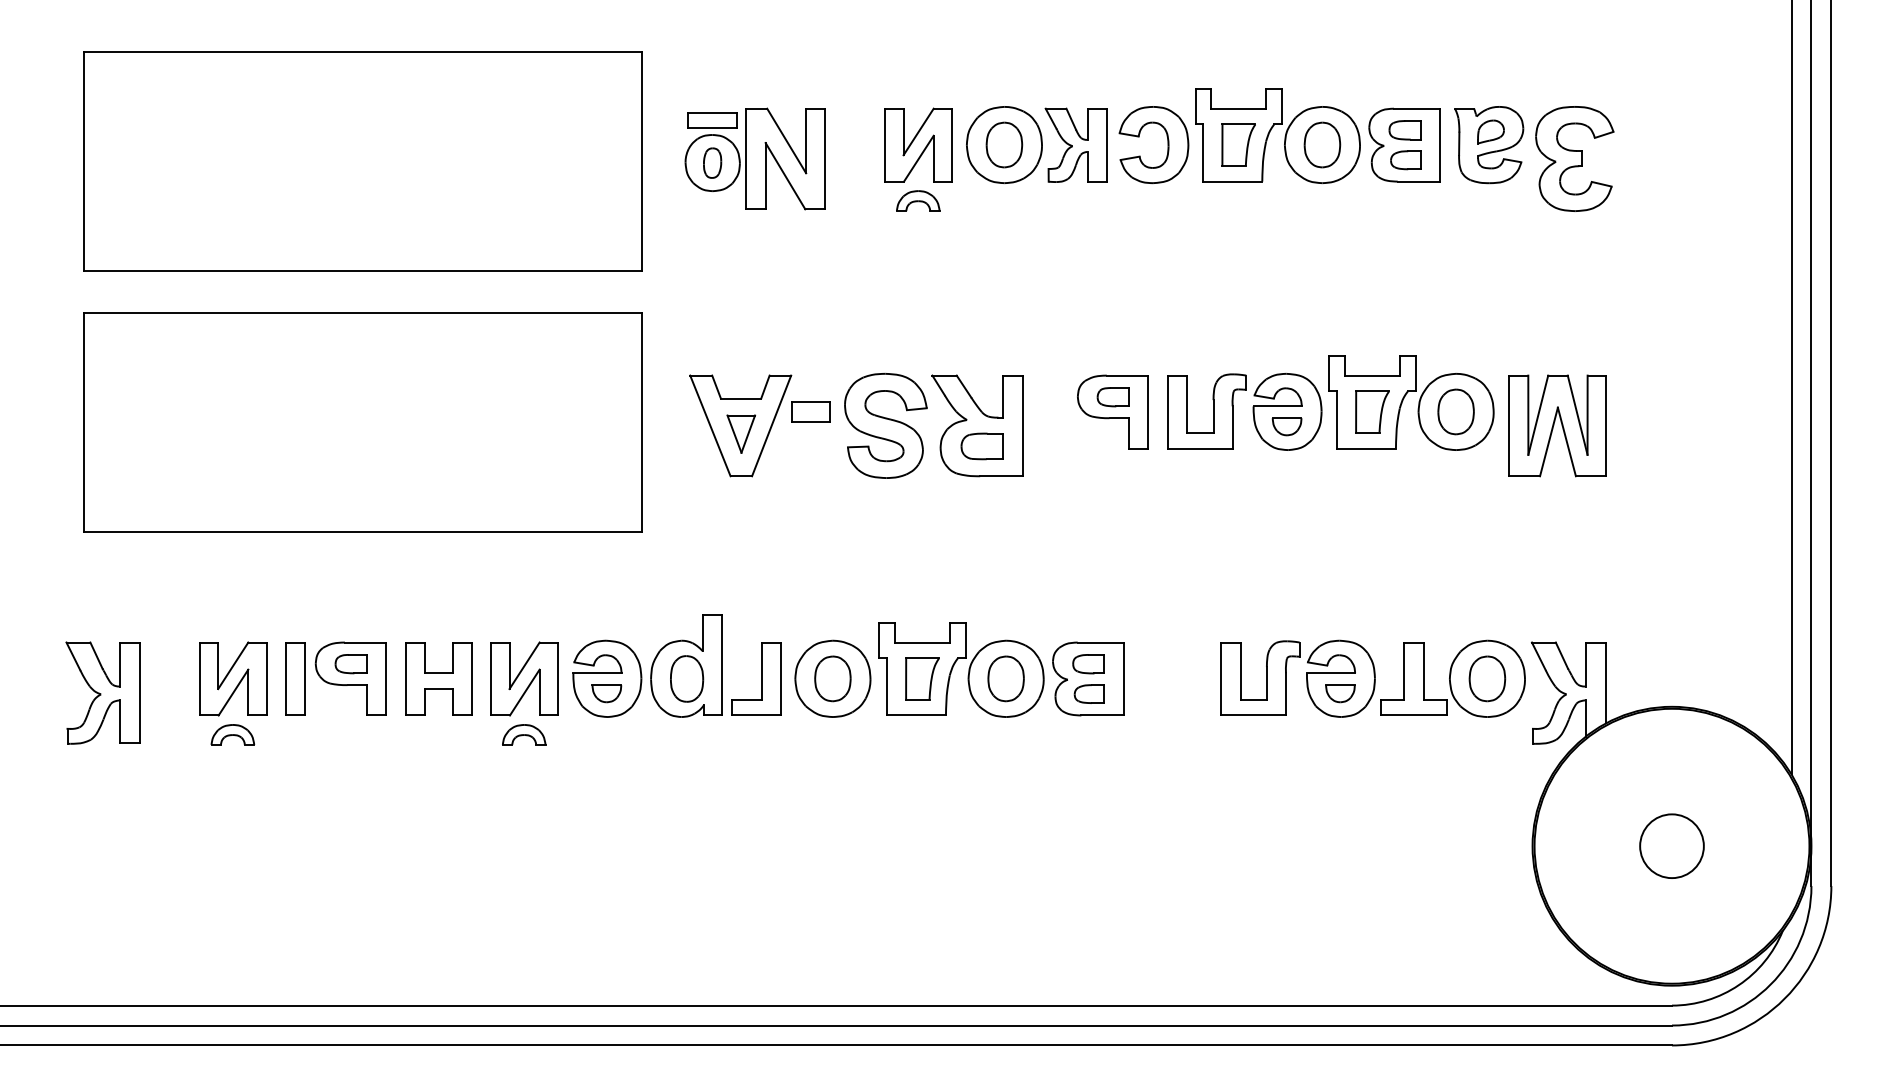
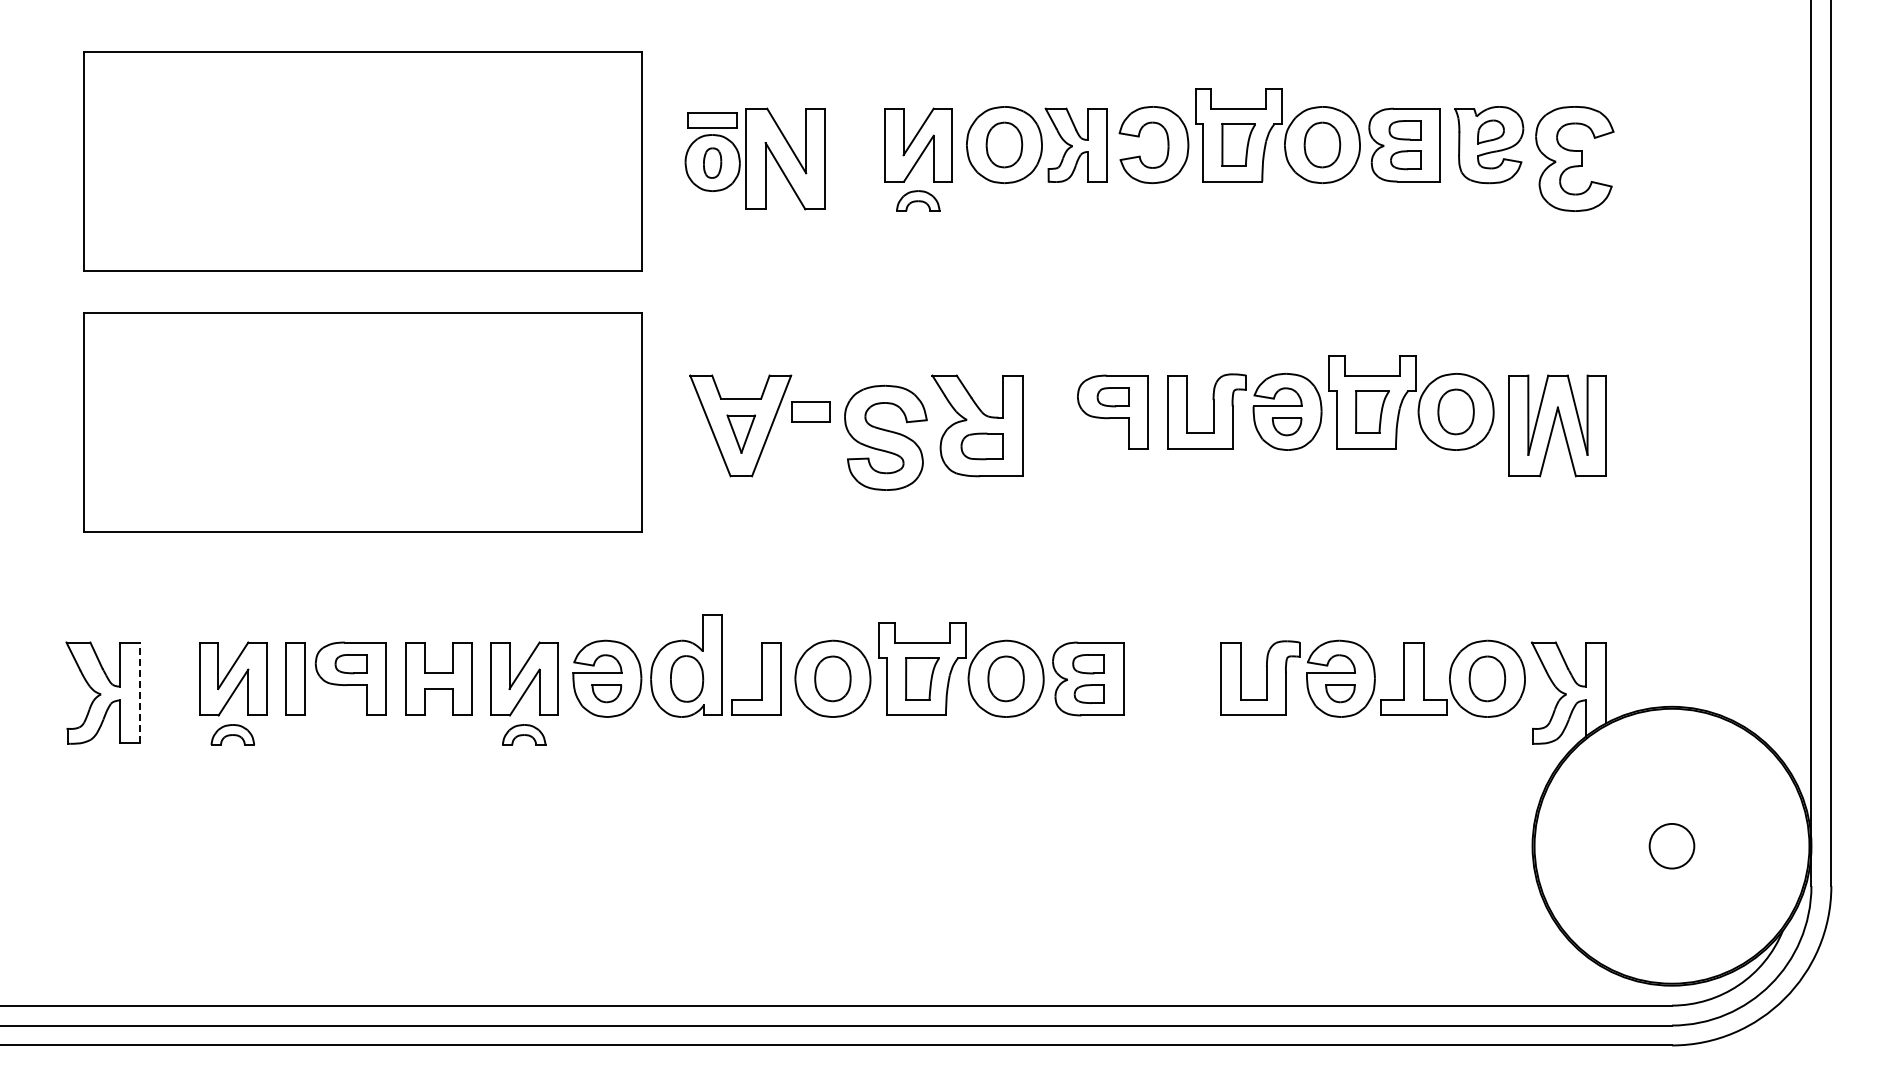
line at (1791, 388): present -> none
part at (885, 425) position: (885, 425) -> (885, 437)
line at (140, 692): solid -> dashed
circle at (1671, 846) diameter: 64 px -> 45 px
